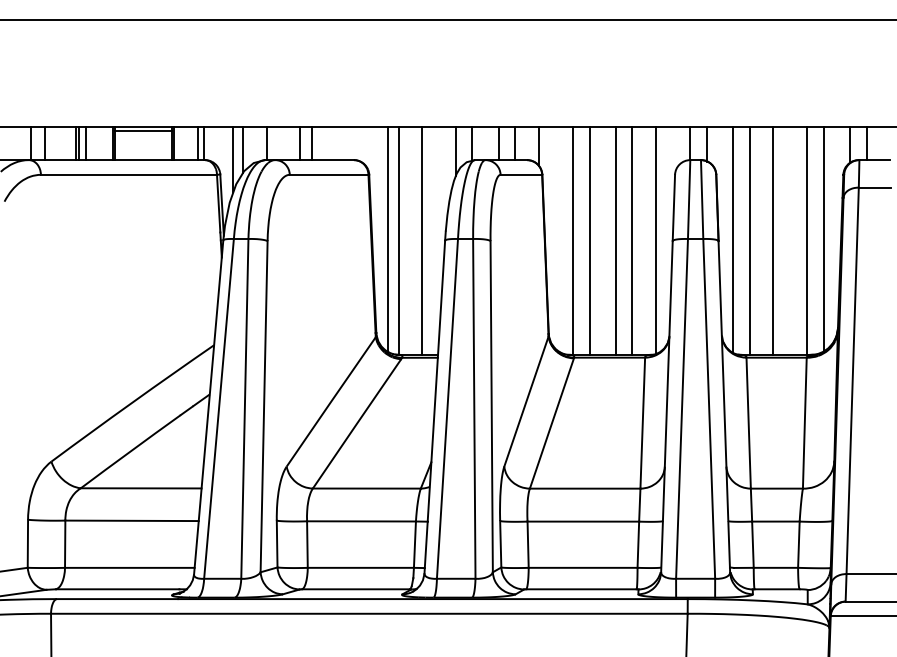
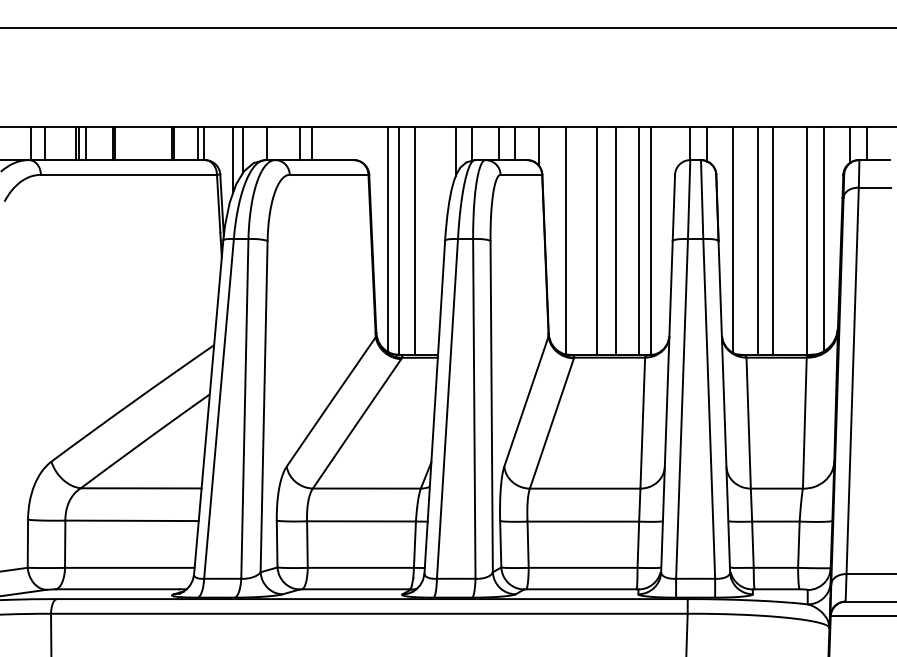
line at (447, 19) position: (447, 19) -> (447, 27)
line at (143, 131): present -> none
line at (422, 240) position: (422, 240) -> (415, 240)
line at (572, 240) position: (572, 240) -> (565, 240)
line at (589, 240) position: (589, 240) -> (596, 240)
line at (632, 240) position: (632, 240) -> (639, 240)
line at (656, 240) position: (656, 240) -> (651, 240)
line at (749, 240) position: (749, 240) -> (757, 240)
